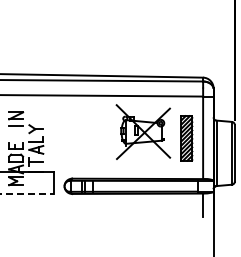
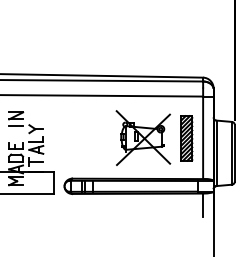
part at (143, 131) position: (143, 131) -> (143, 137)
line at (27, 193): dashed -> solid
